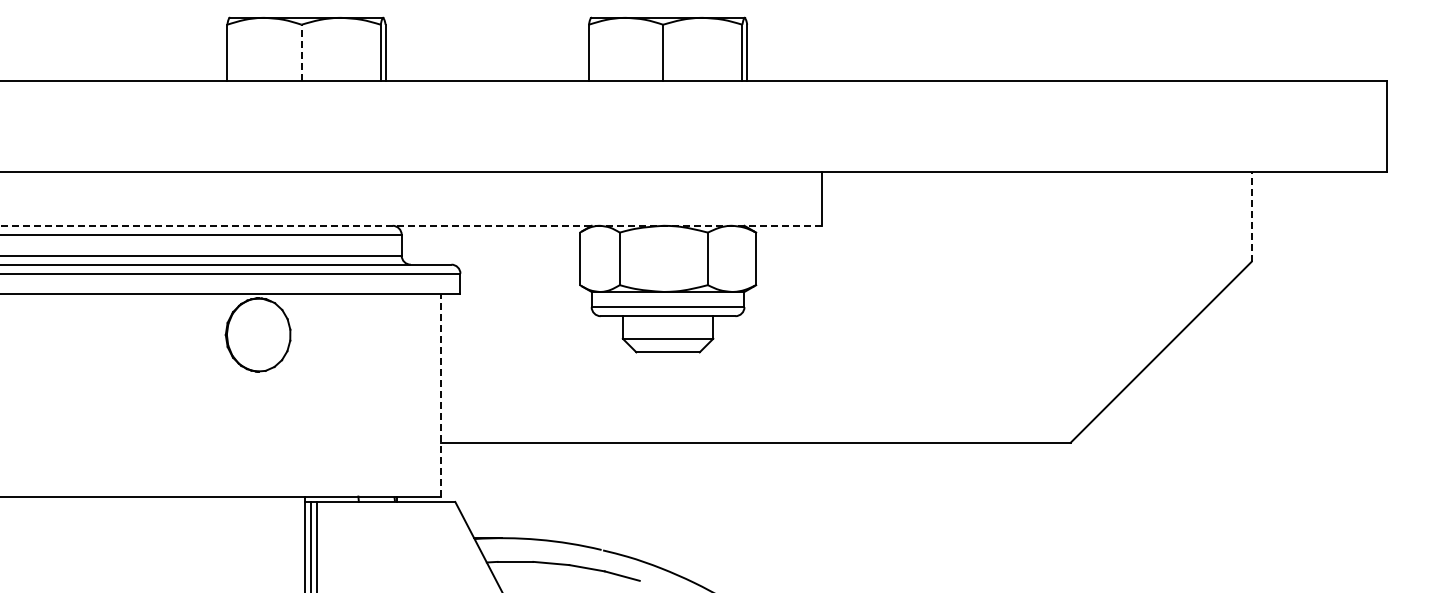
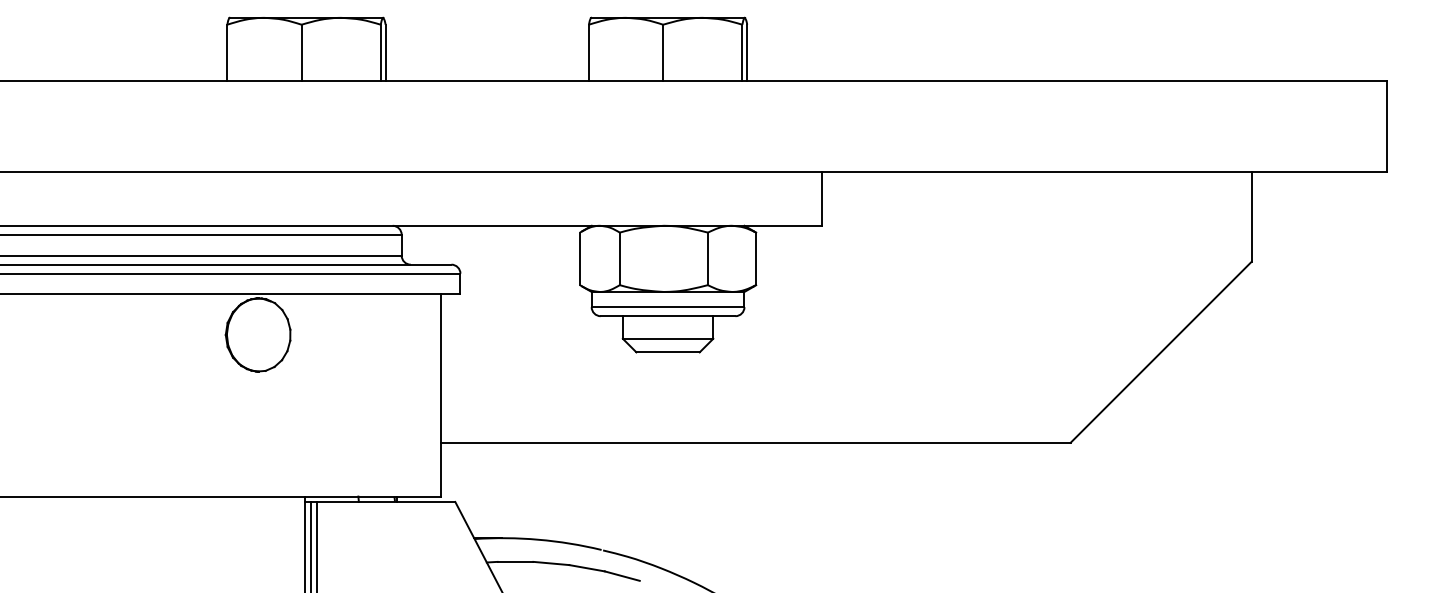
line at (301, 52): dashed -> solid
line at (1251, 216): dashed -> solid
line at (411, 225): dashed -> solid
line at (440, 394): dashed -> solid
